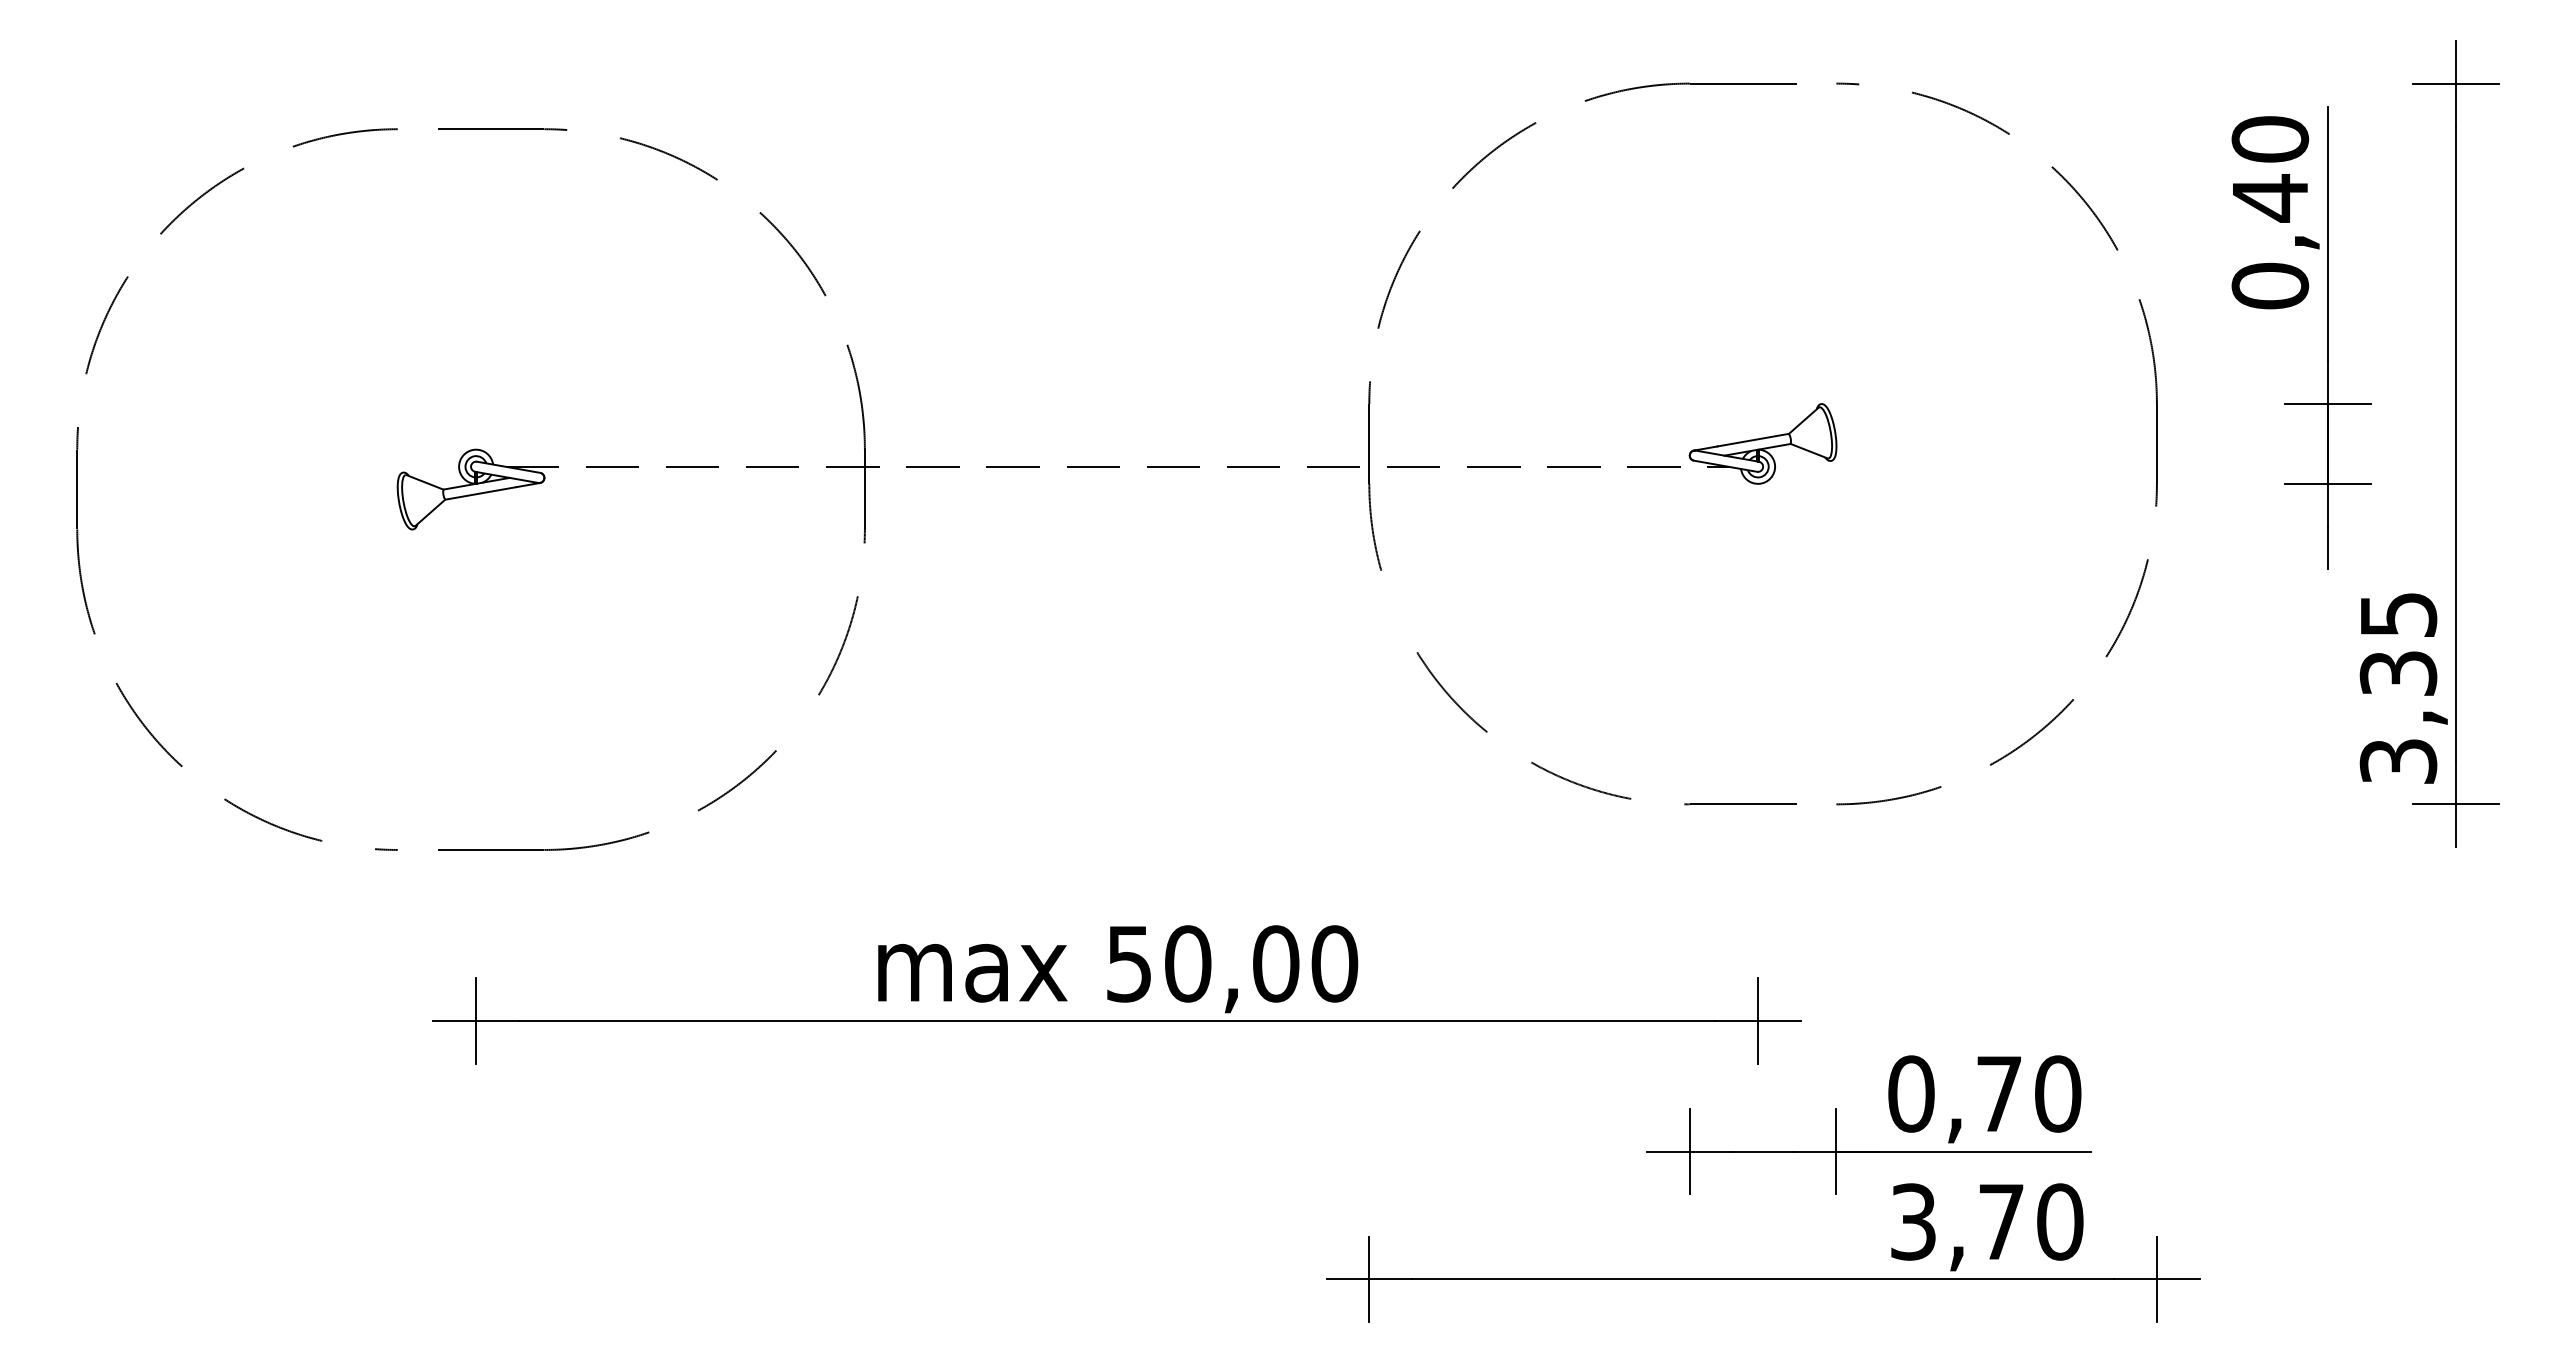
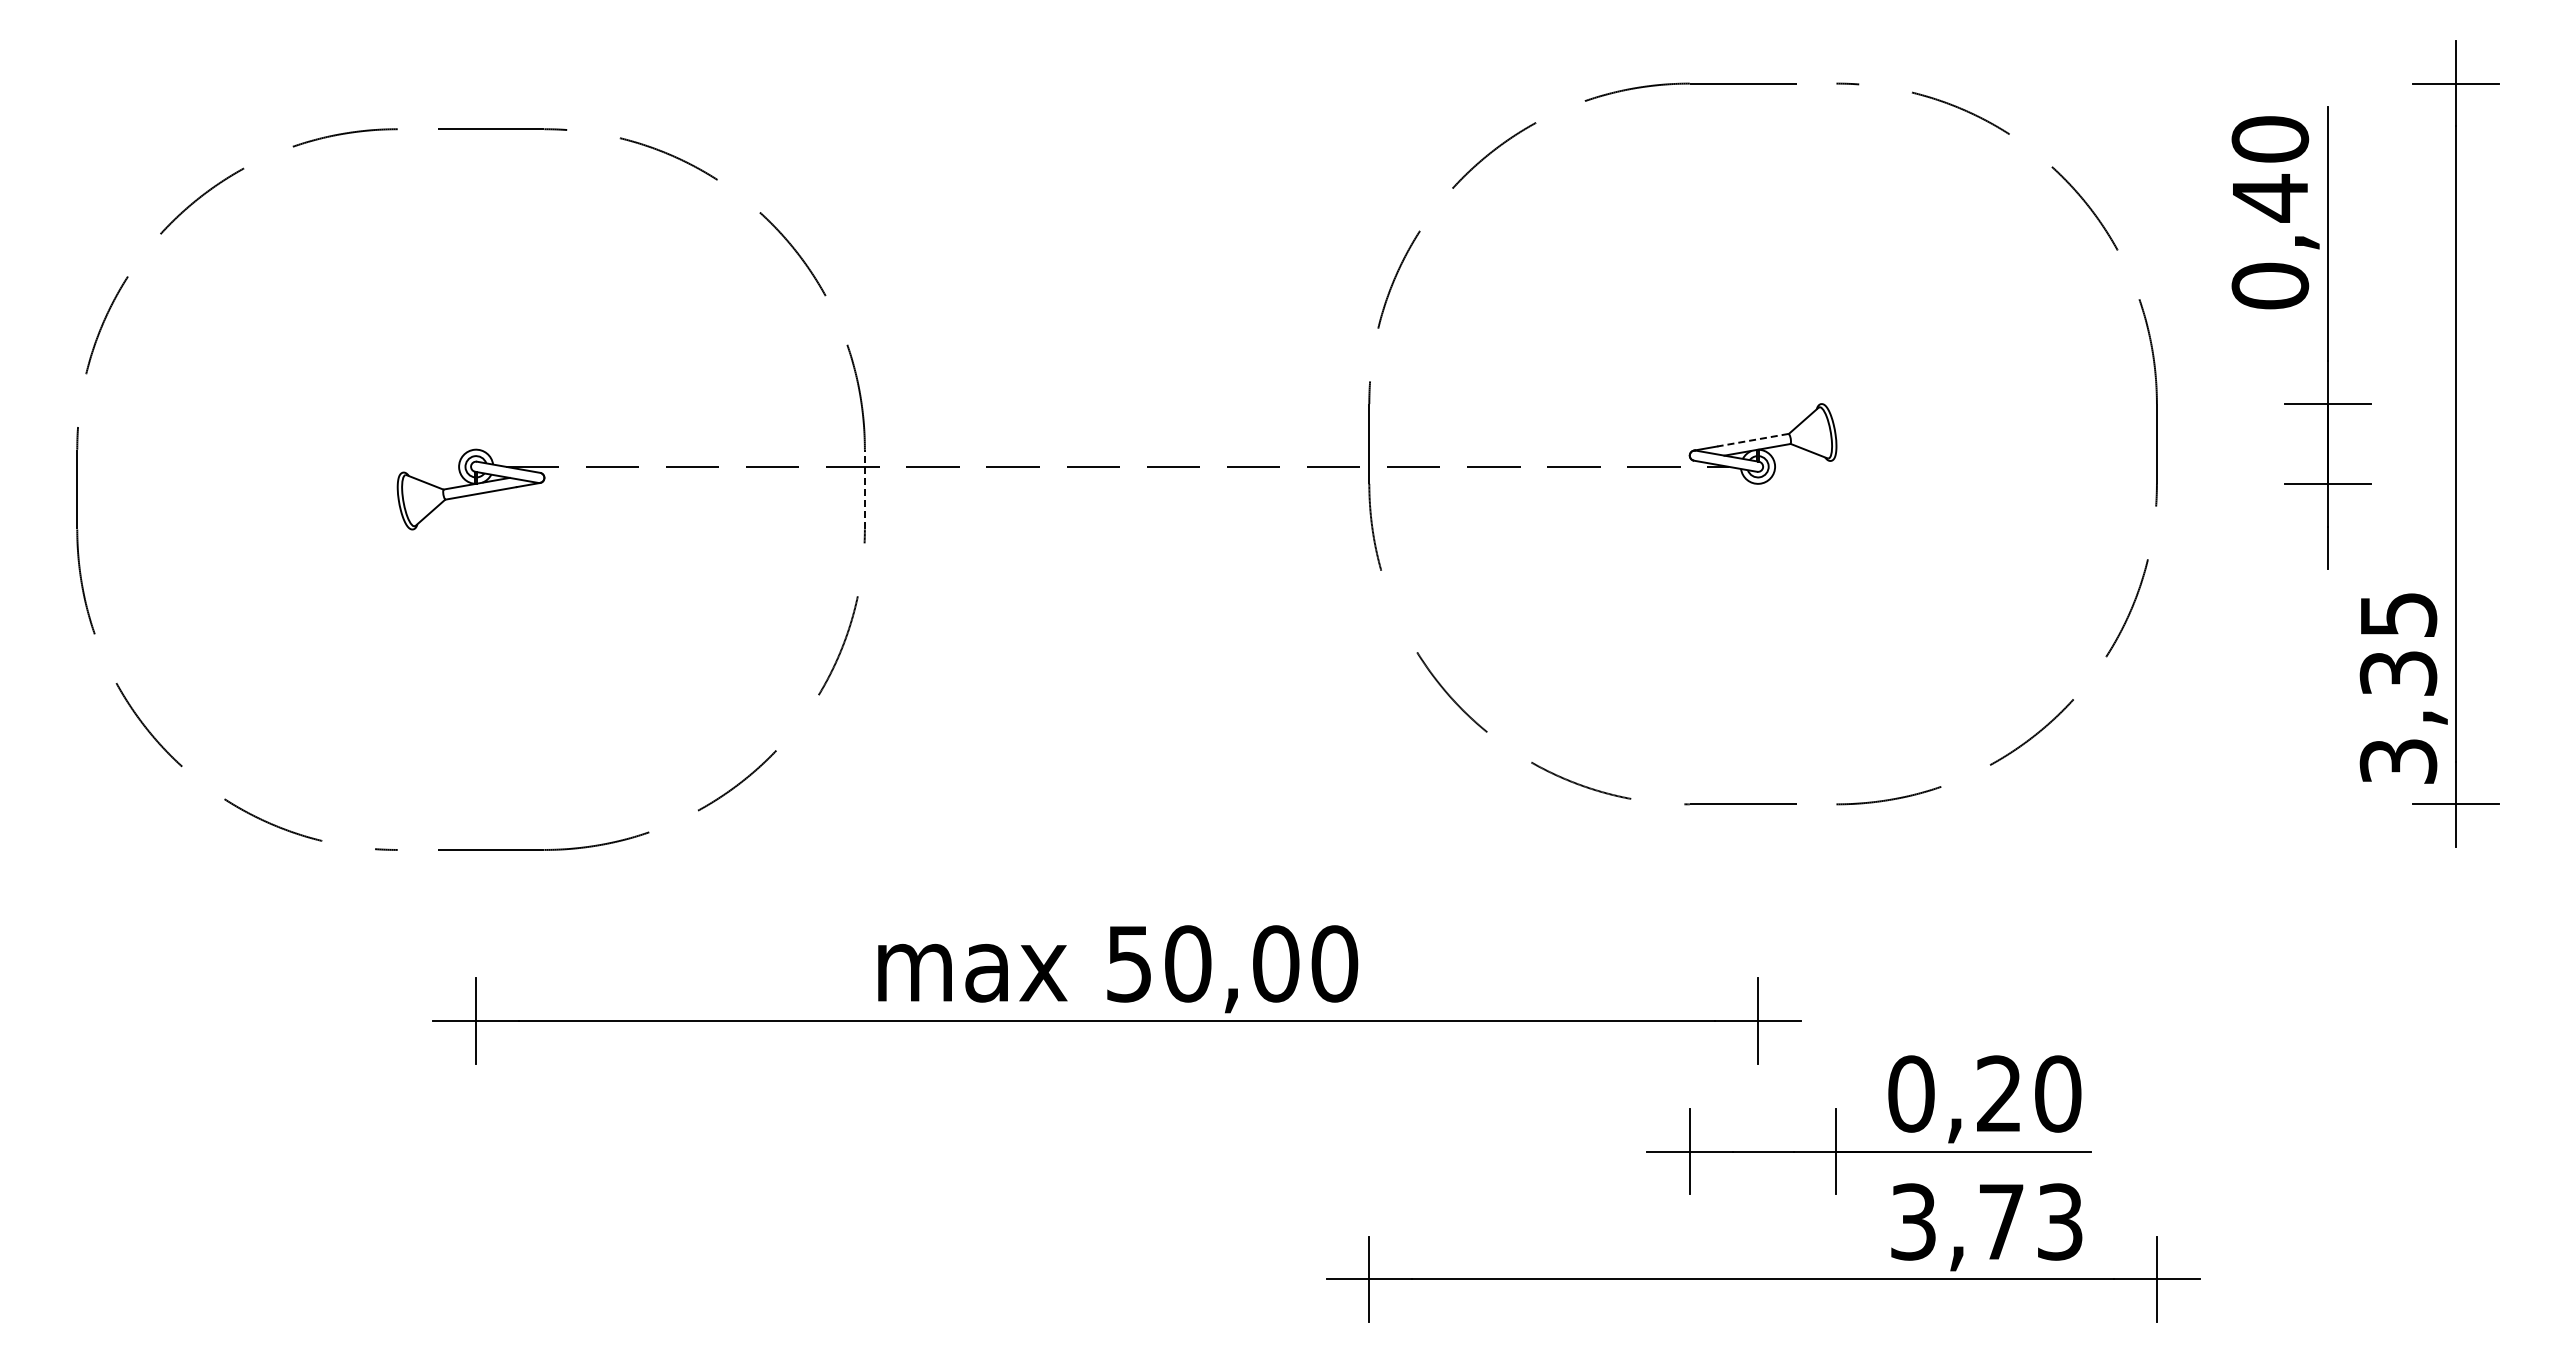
line at (1752, 440): solid -> dashed
line at (864, 489): solid -> dashed
text at (1998, 1093): 0,70 -> 0,20
text at (2060, 1221): 3,70 -> 3,73
